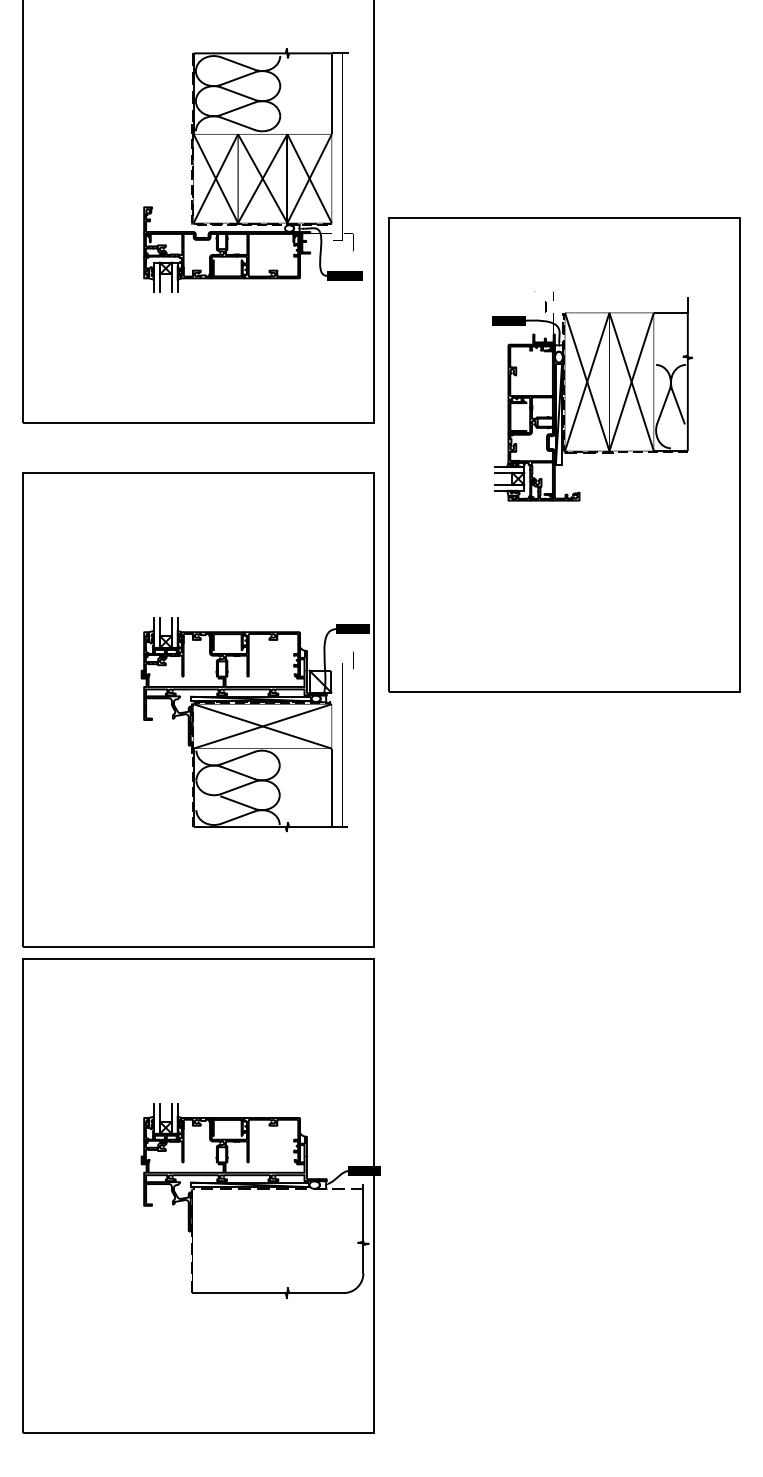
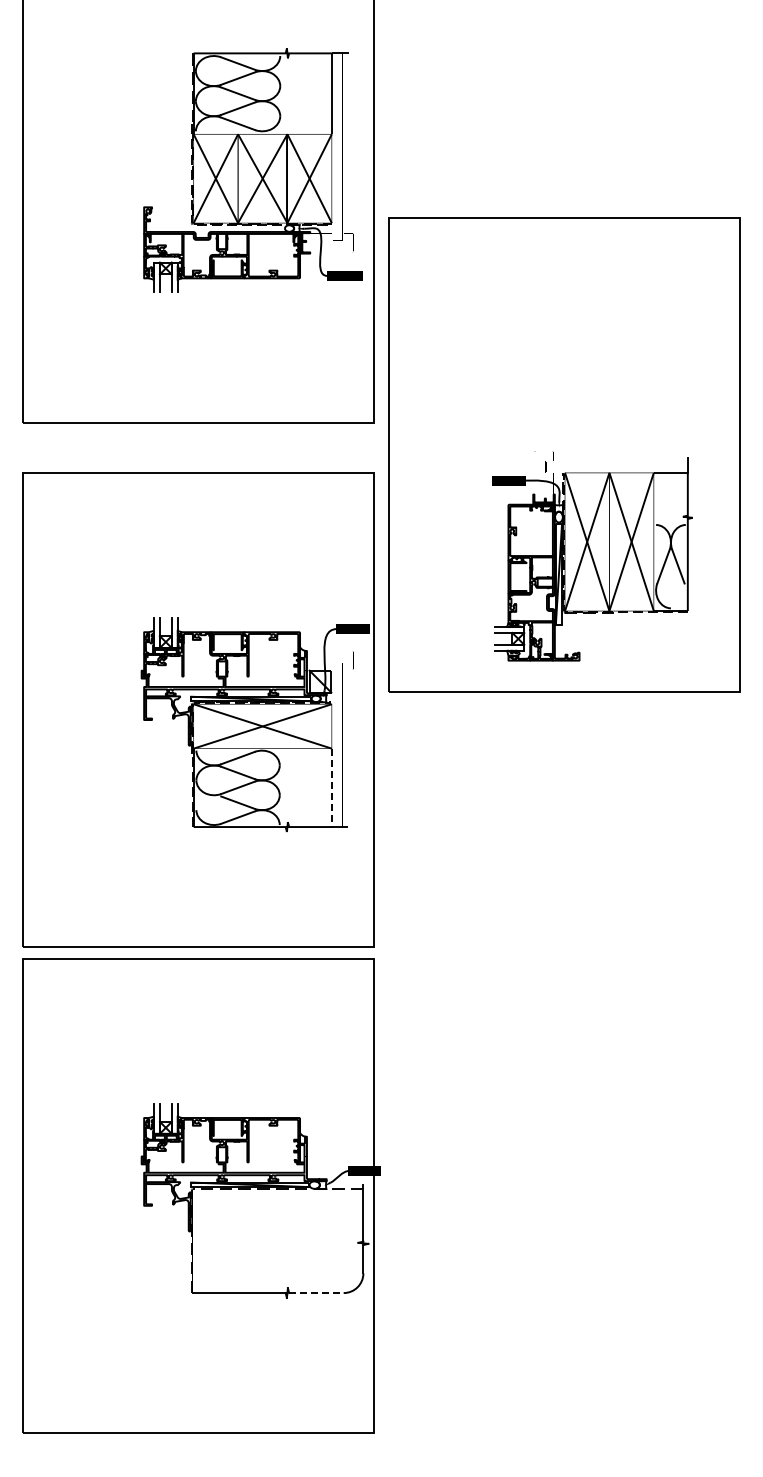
part at (592, 396) position: (592, 396) -> (592, 556)
line at (331, 788): solid -> dashed
line at (316, 1293): solid -> dashed
